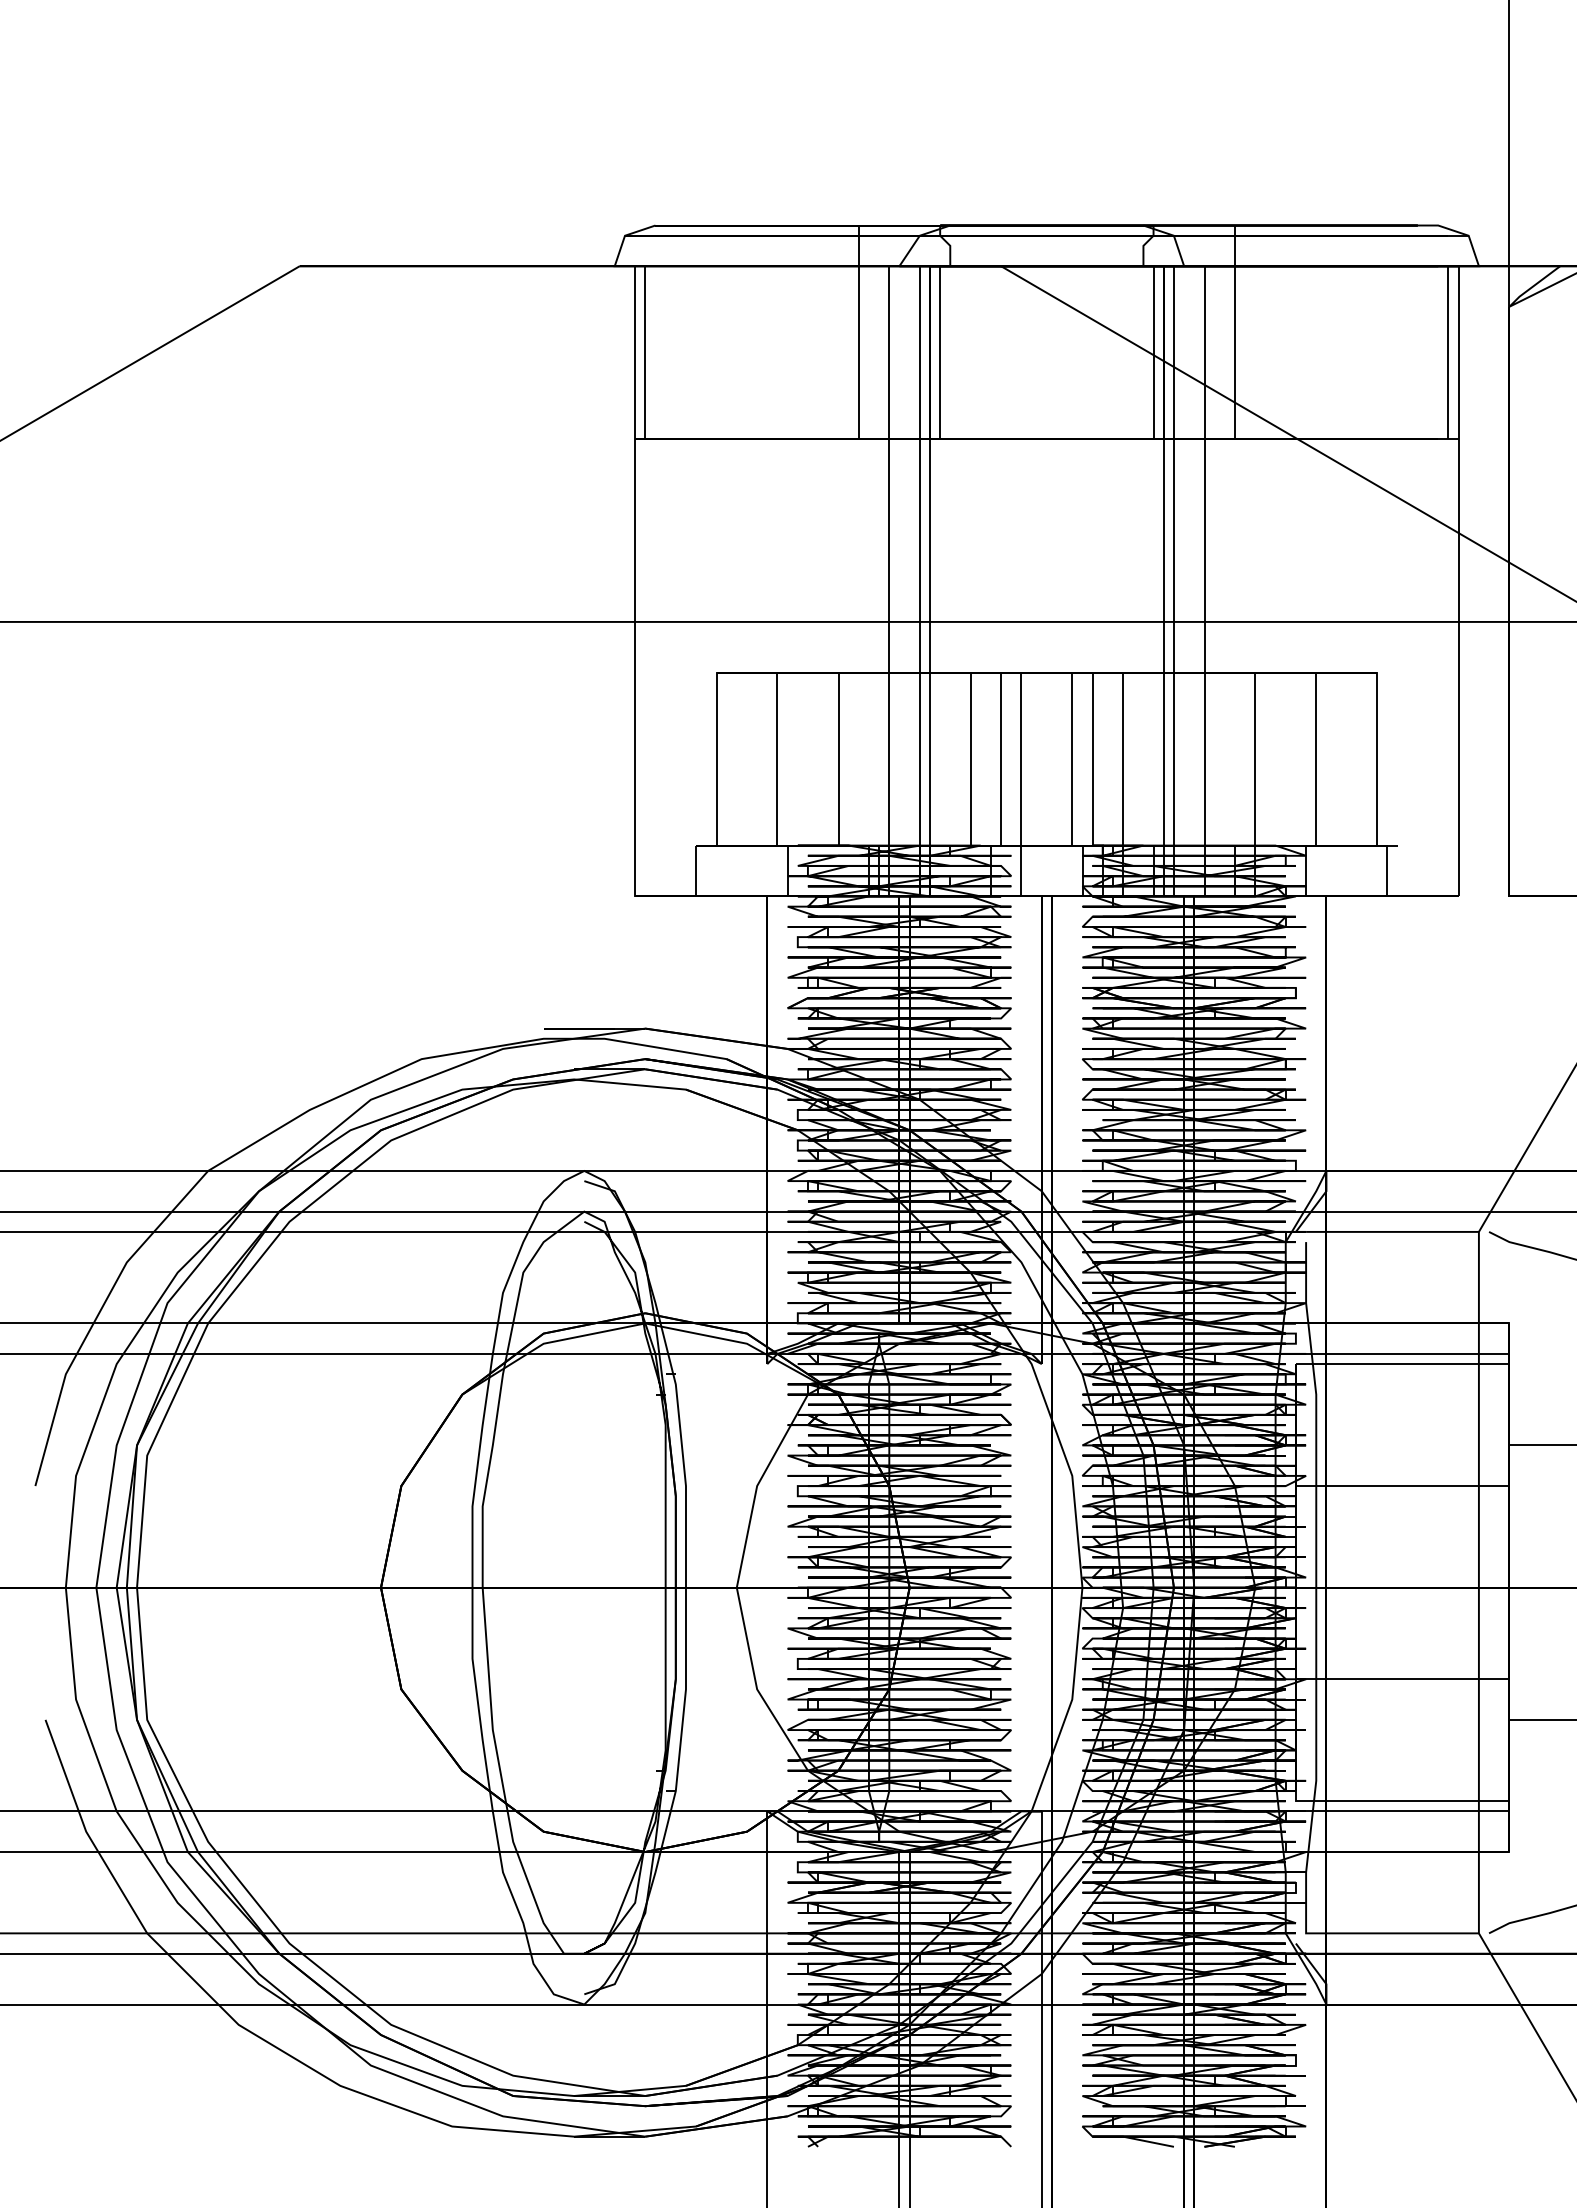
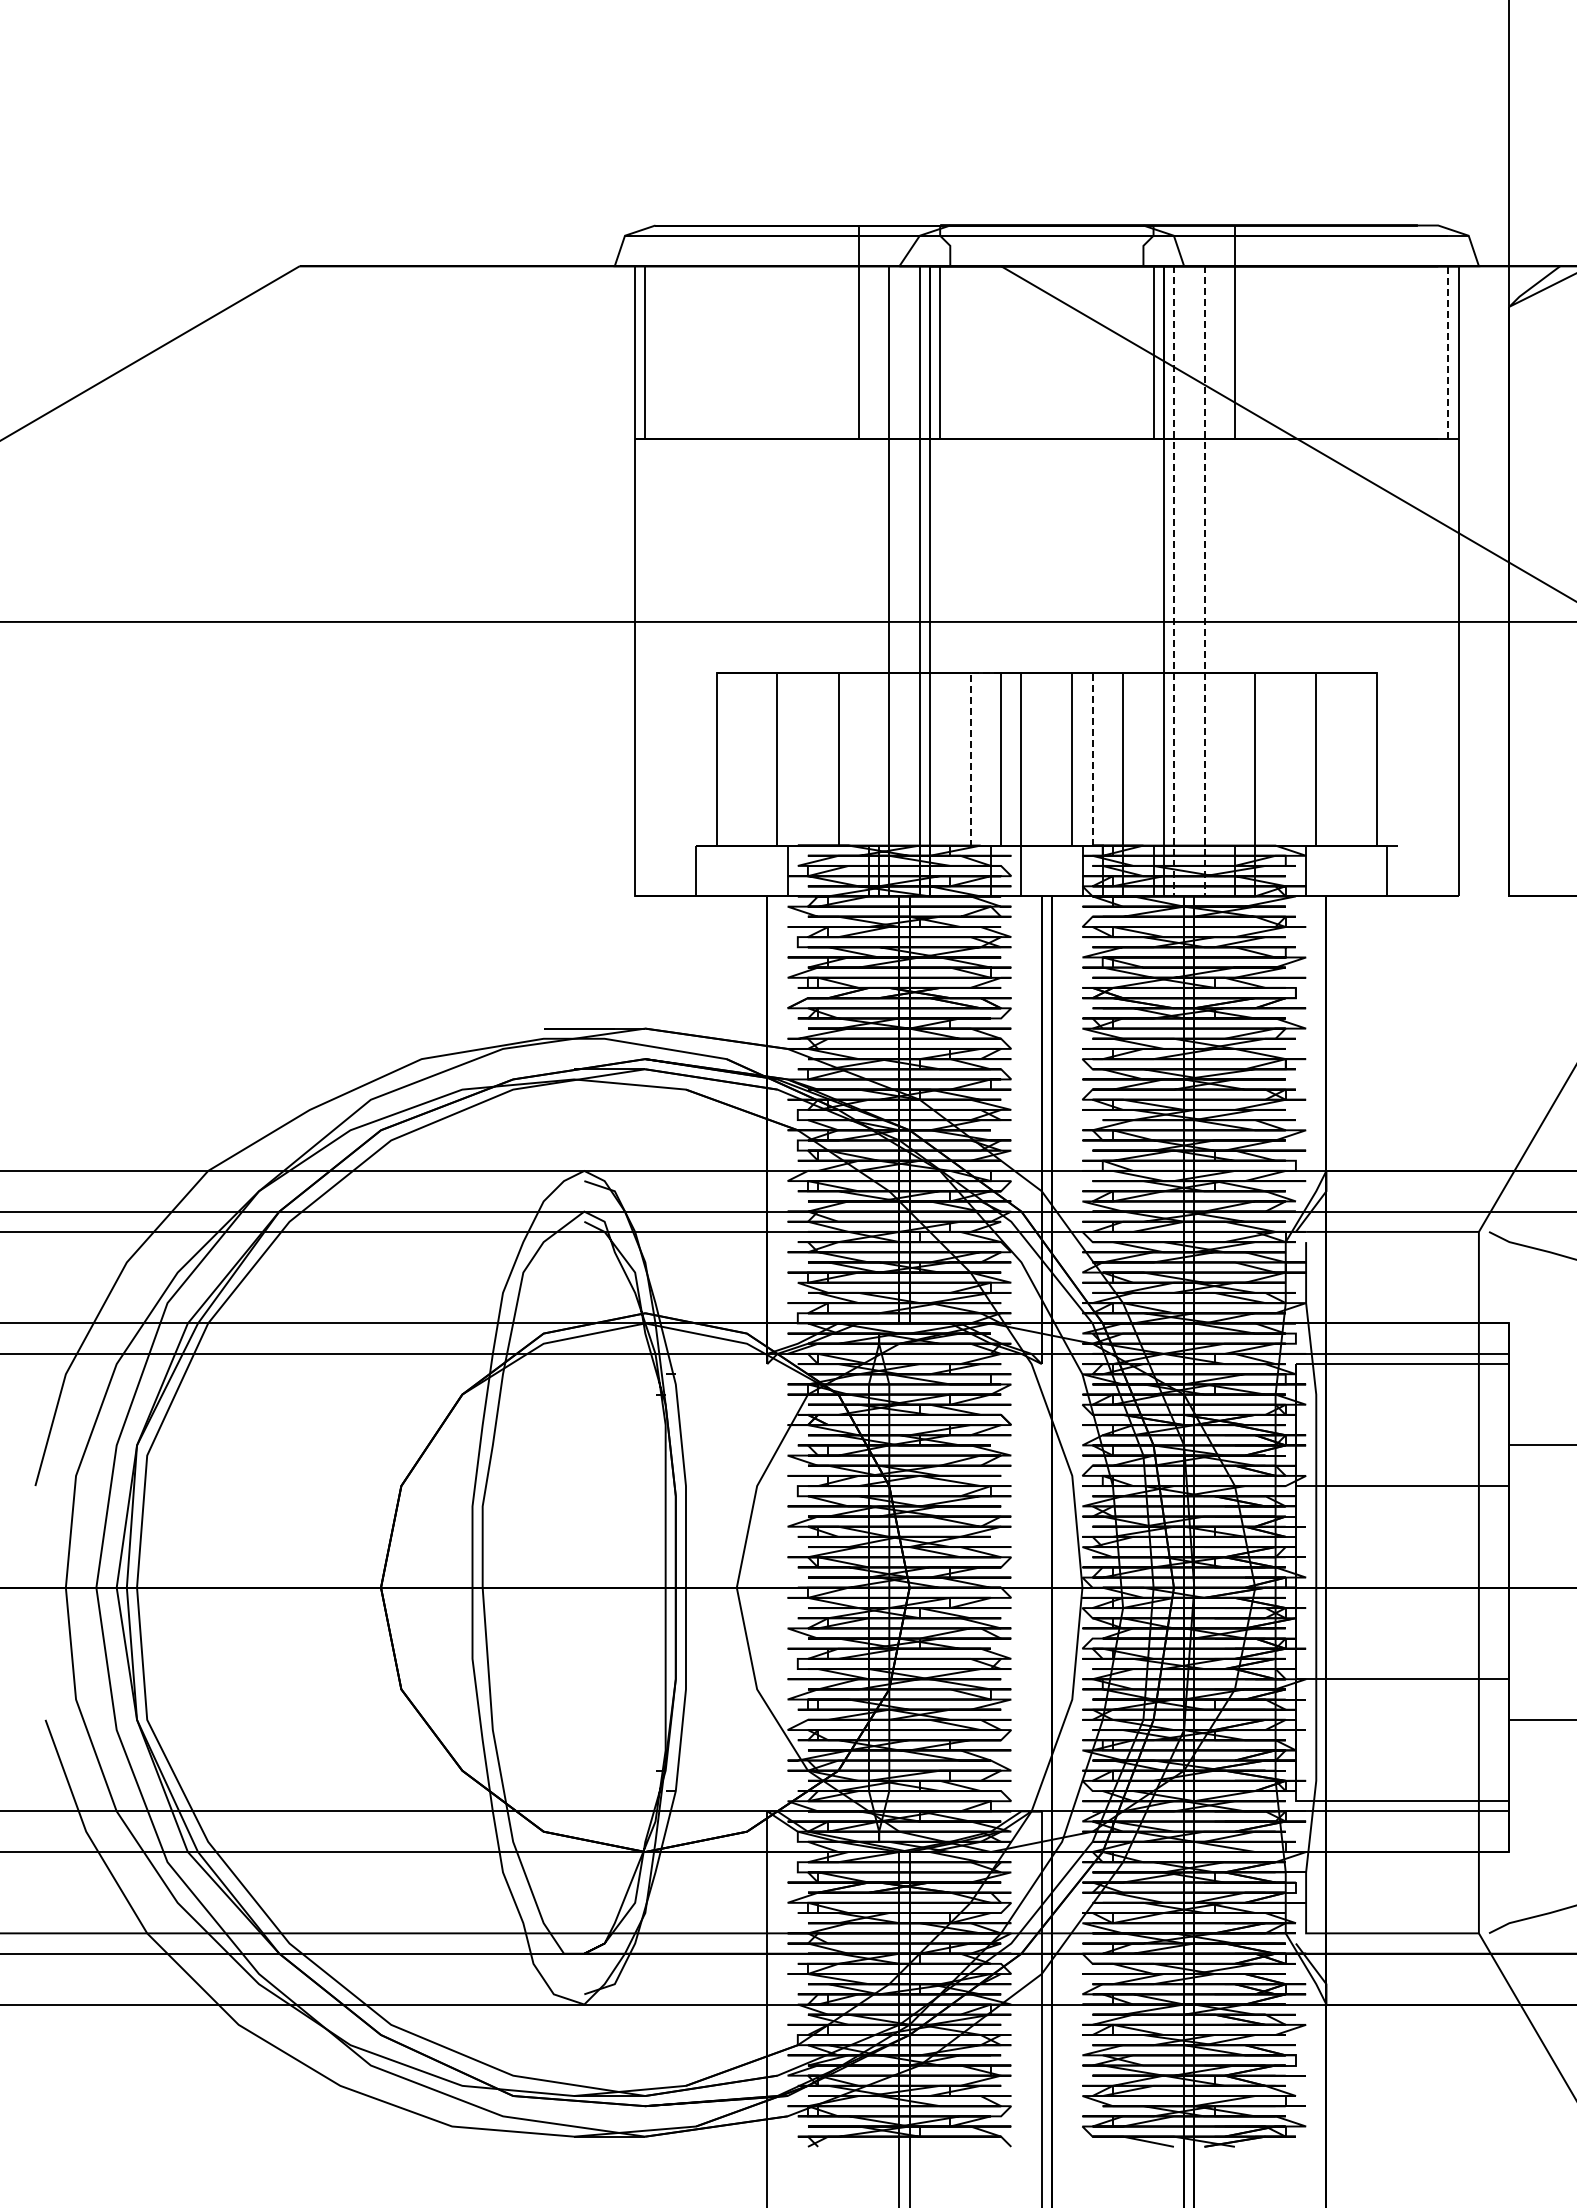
line at (1448, 352): solid -> dashed
line at (1173, 581): solid -> dashed
line at (1204, 581): solid -> dashed
line at (1031, 672): solid -> dashed
